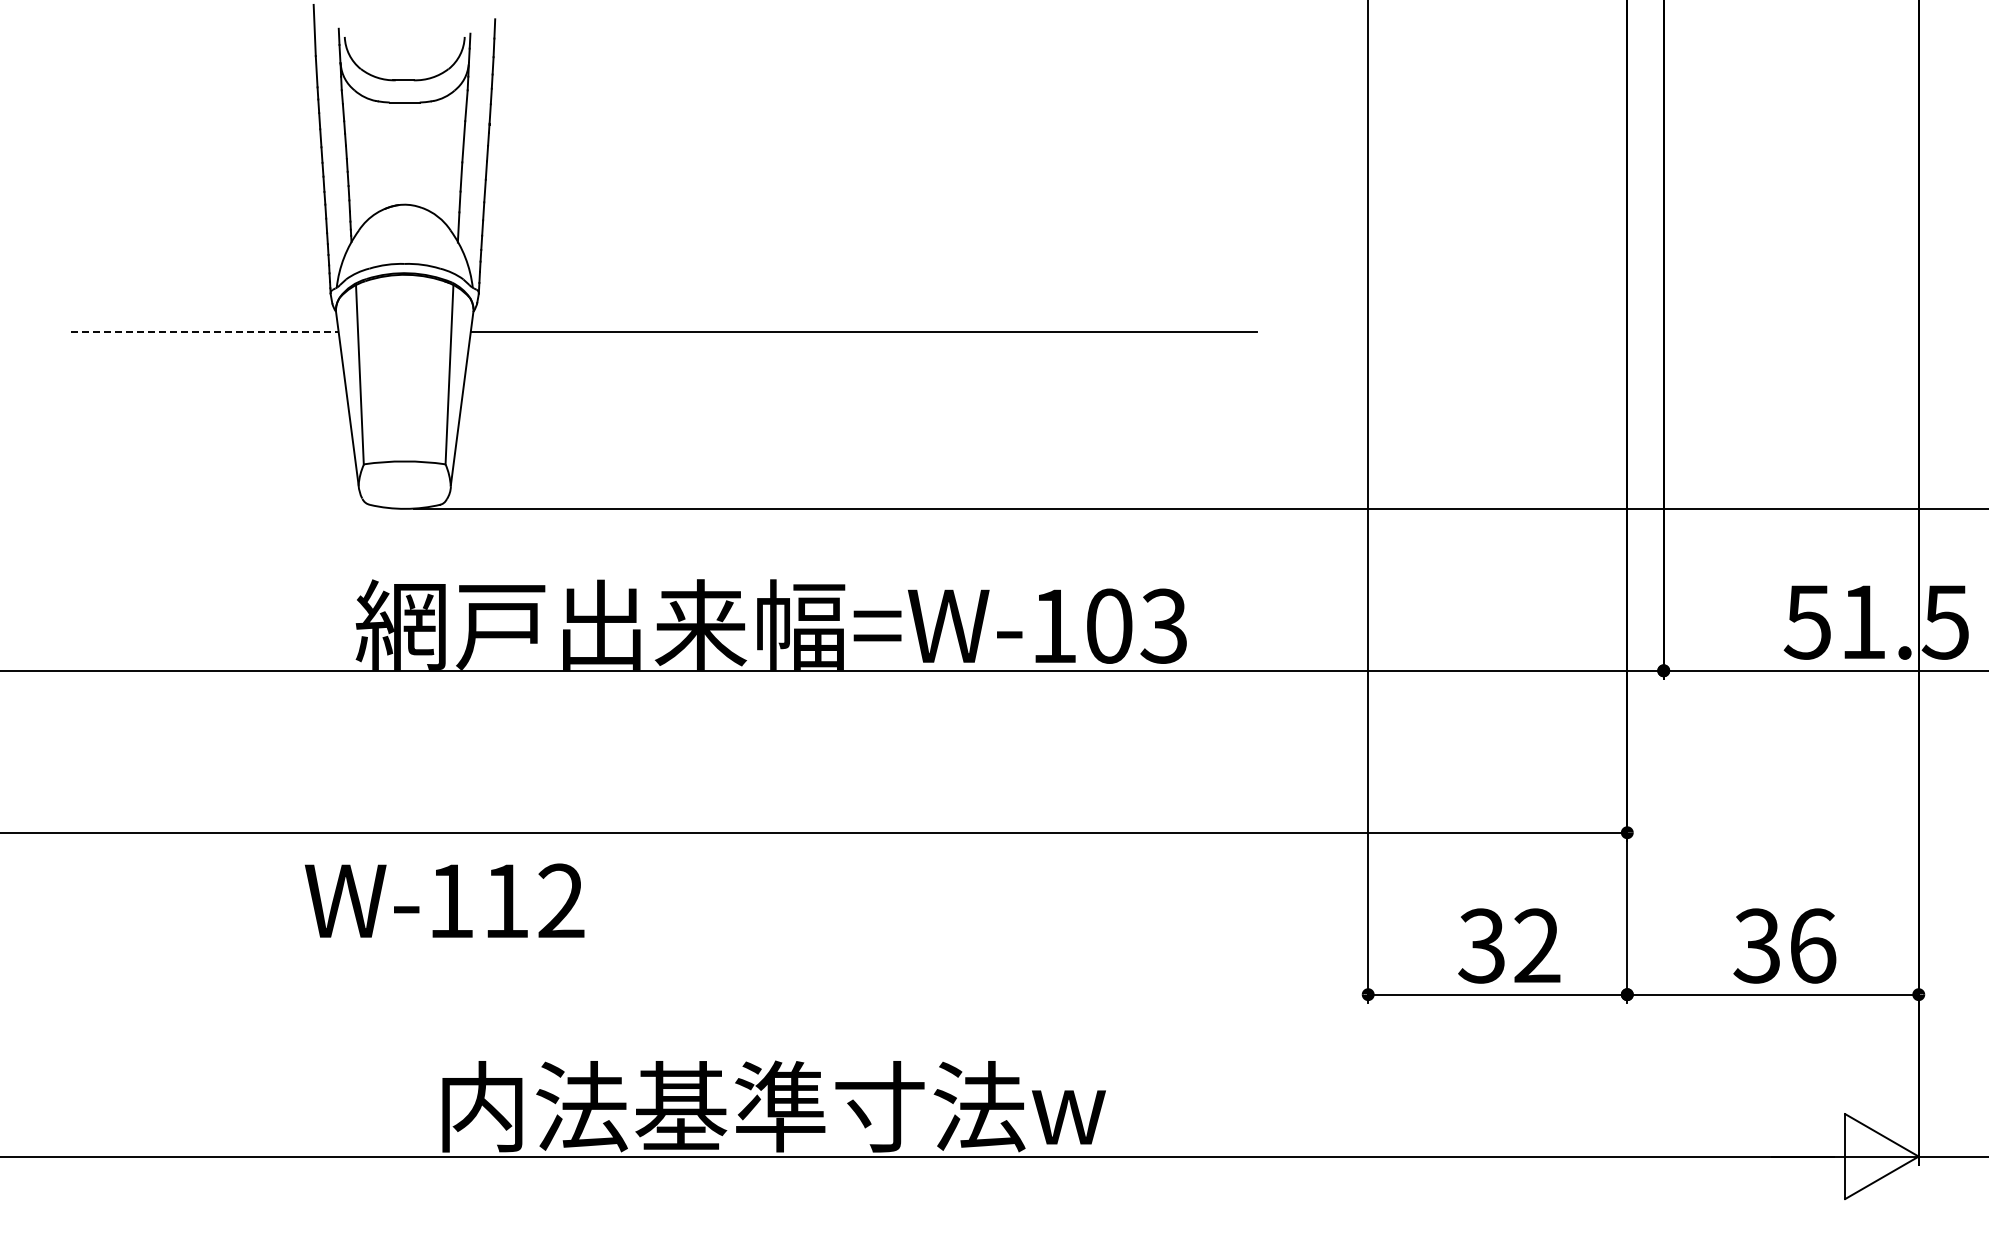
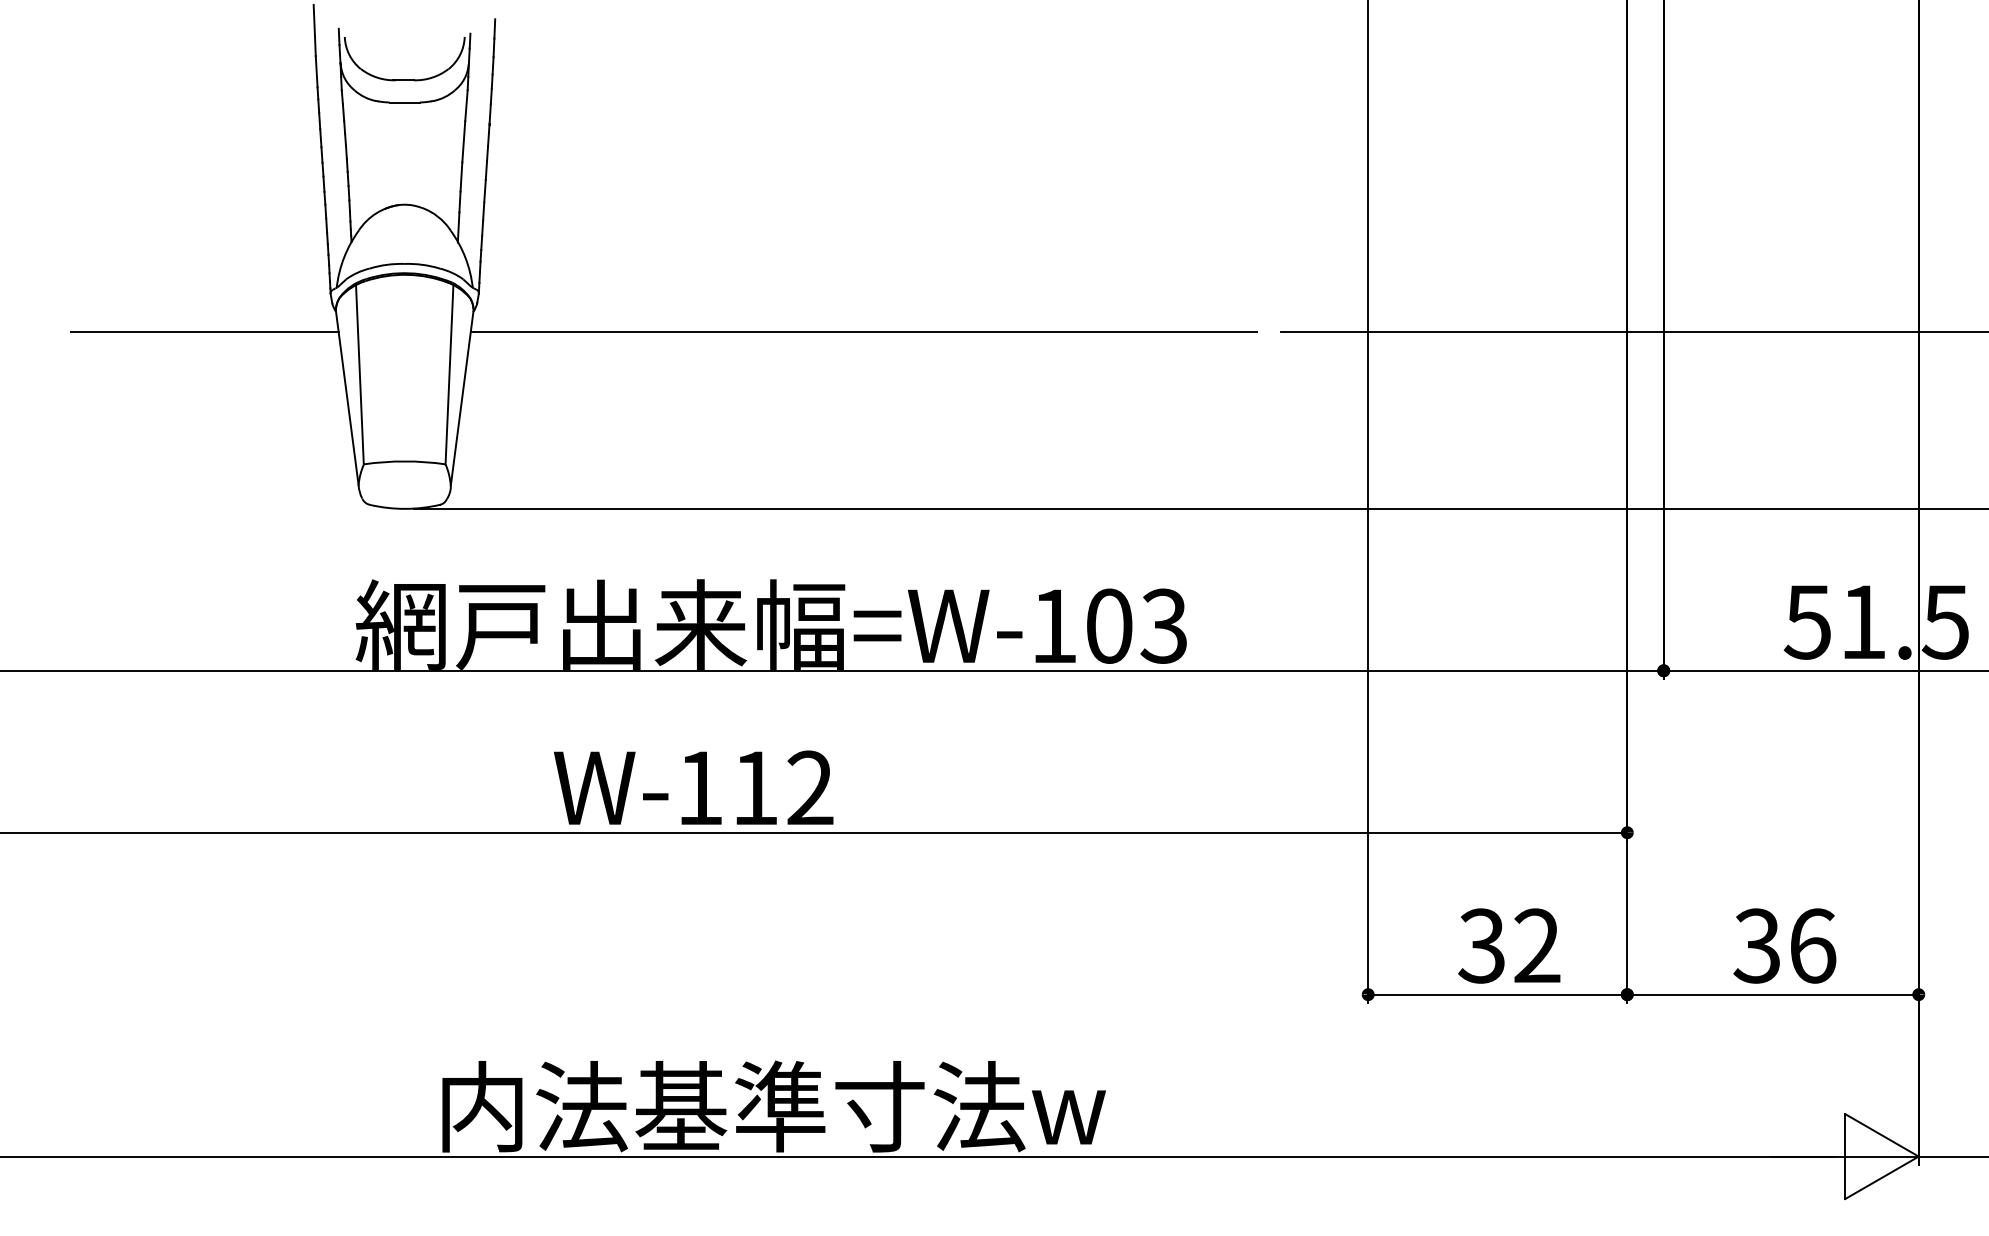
line at (204, 332): dashed -> solid
line at (1633, 332): none -> present
text at (444, 900) position: (444, 900) -> (693, 787)
